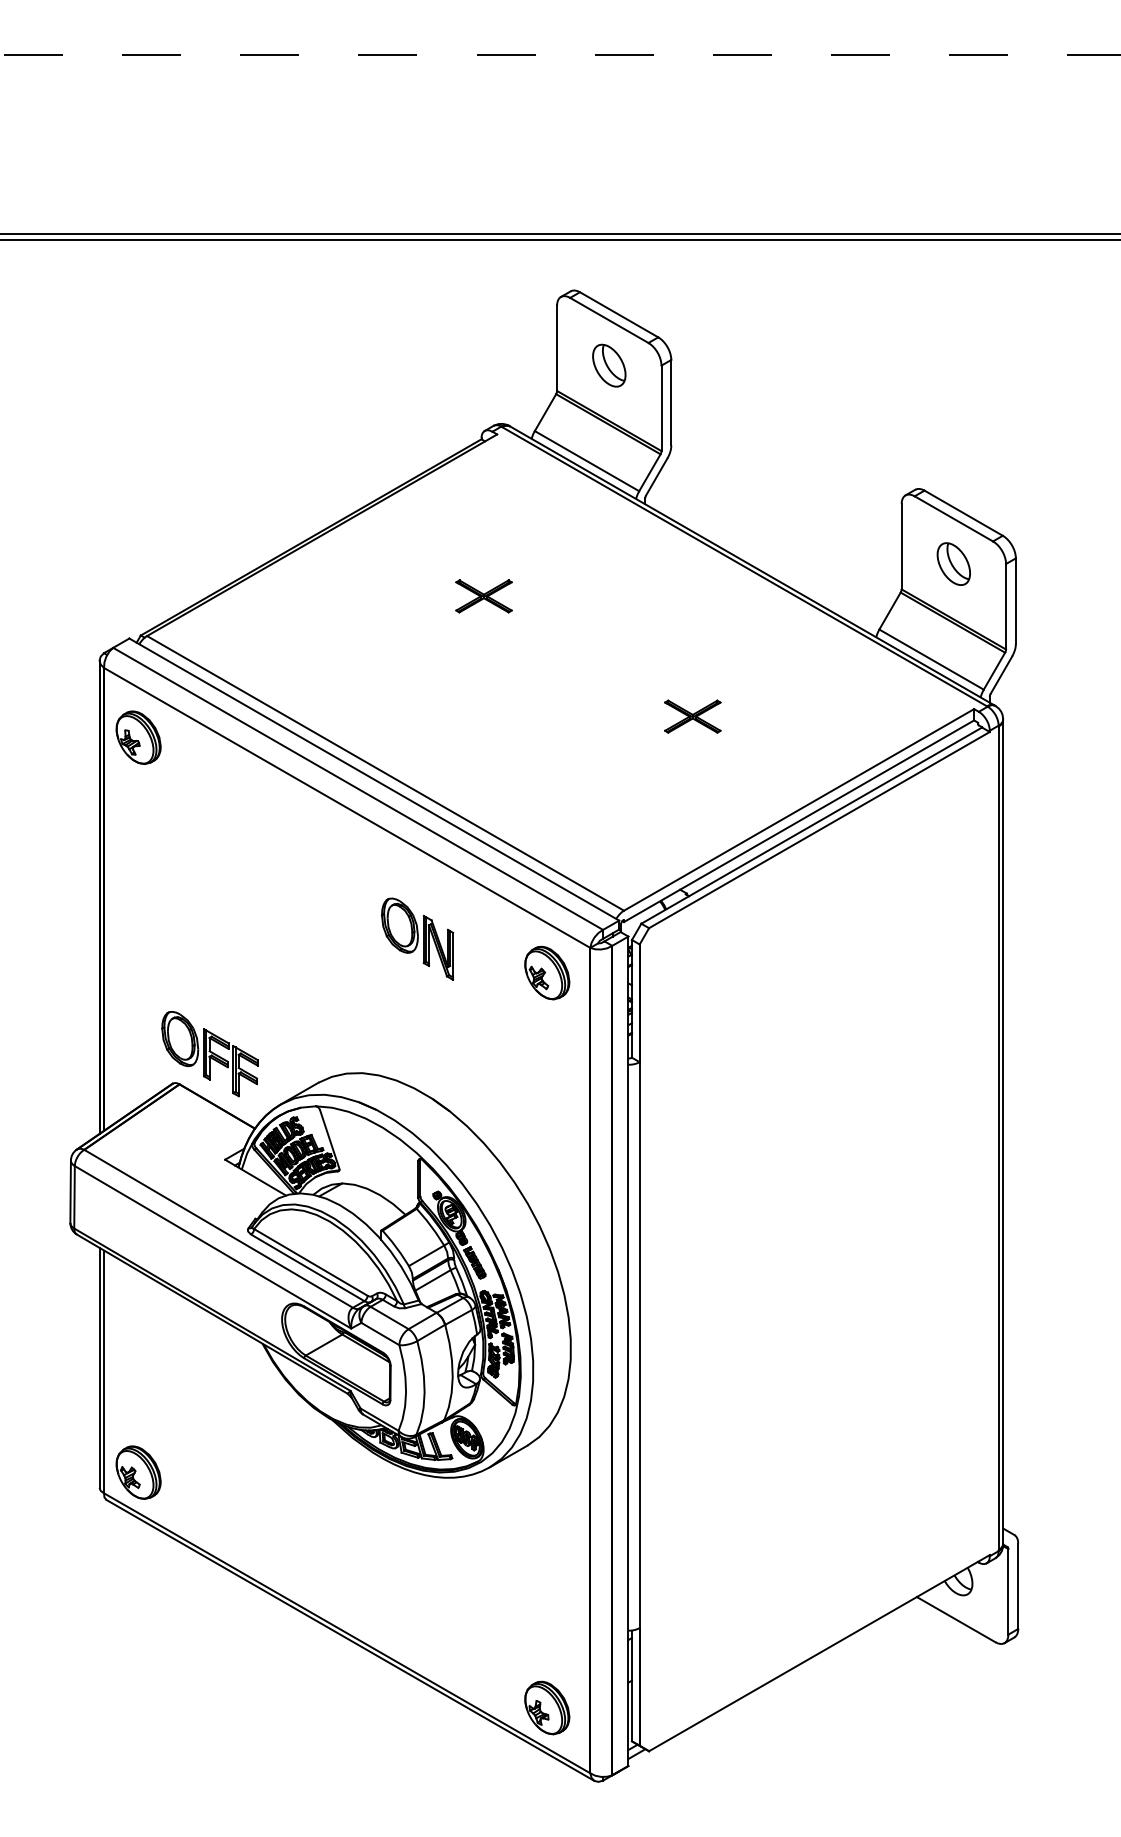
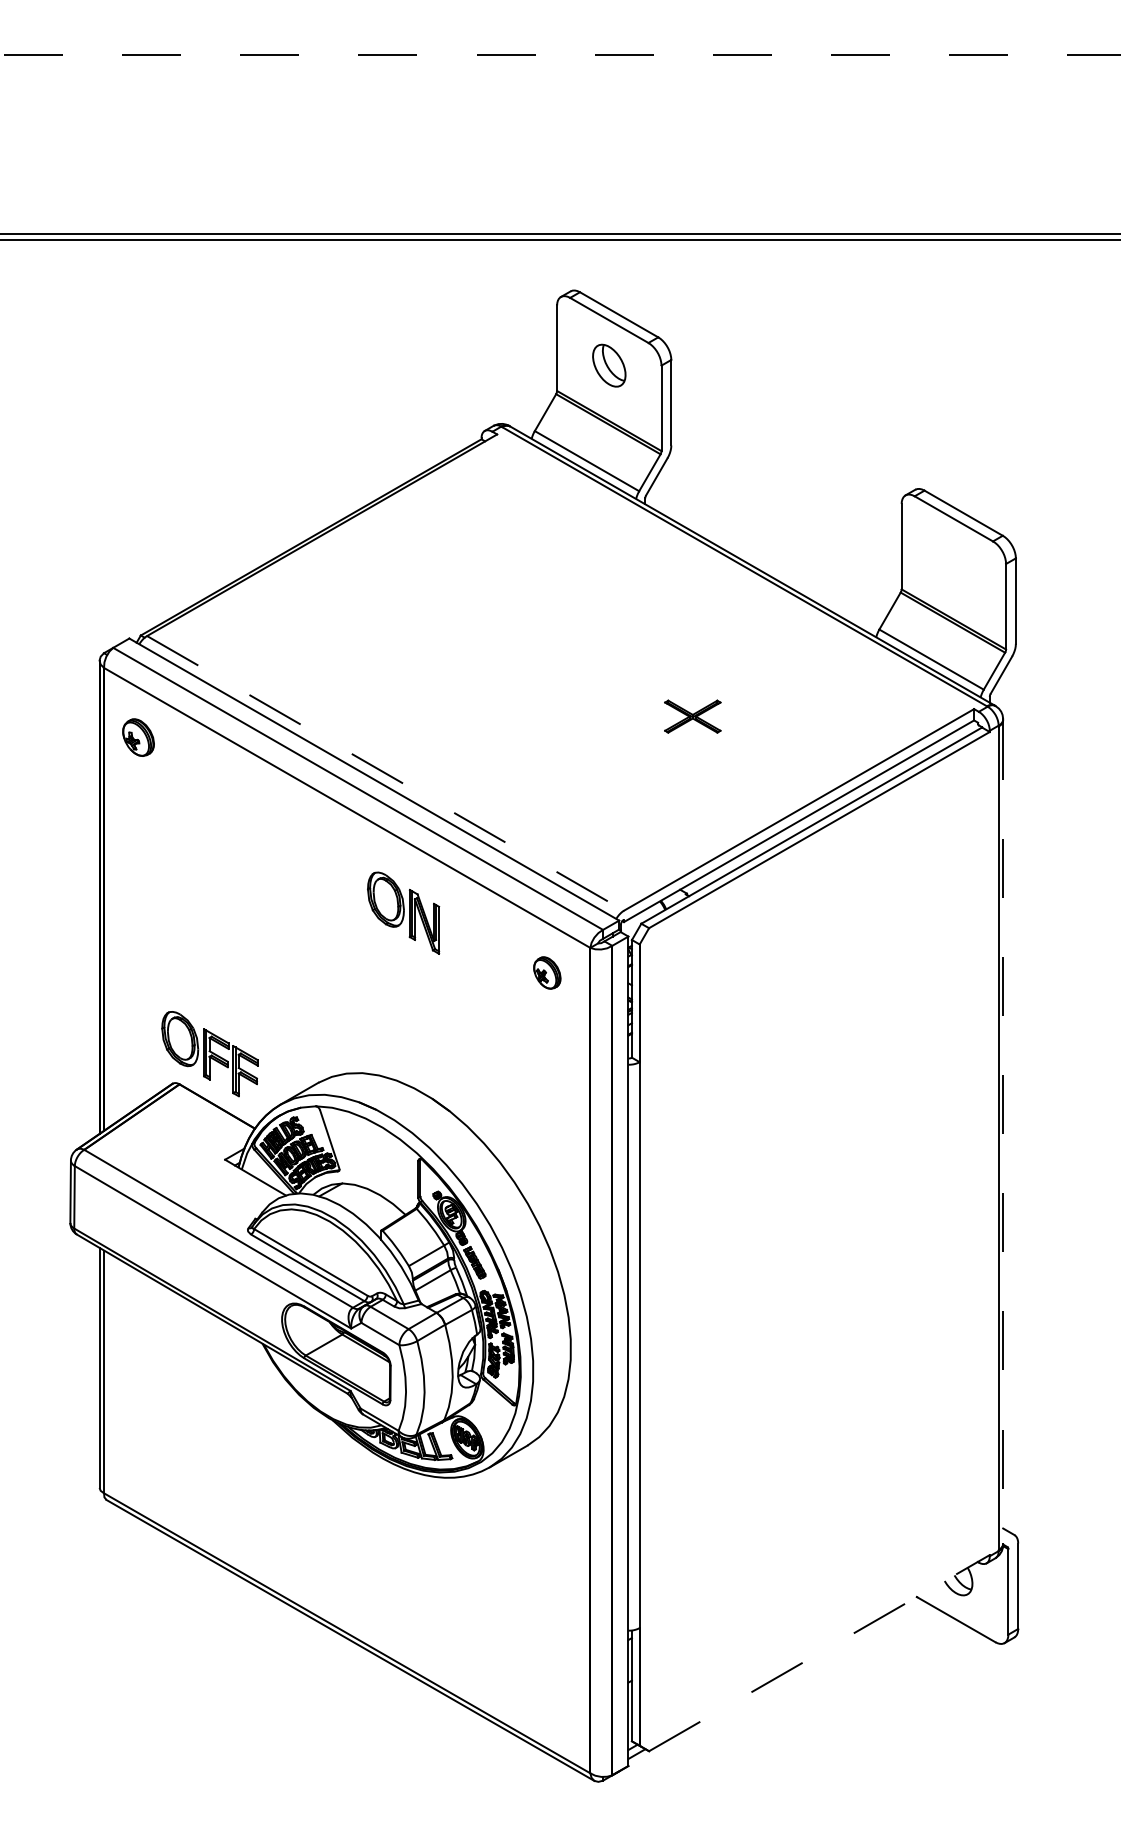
part at (953, 563): present -> none
part at (483, 596): present -> none
part at (138, 737) size: 47x55 px -> 33x39 px
line at (386, 773): solid -> dashed
part at (417, 938) position: (417, 938) -> (403, 912)
part at (547, 972) size: 47x56 px -> 29x34 px
line at (1003, 1132): solid -> dashed
part at (138, 1472): present -> none
line at (819, 1653): solid -> dashed
part at (547, 1707): present -> none
